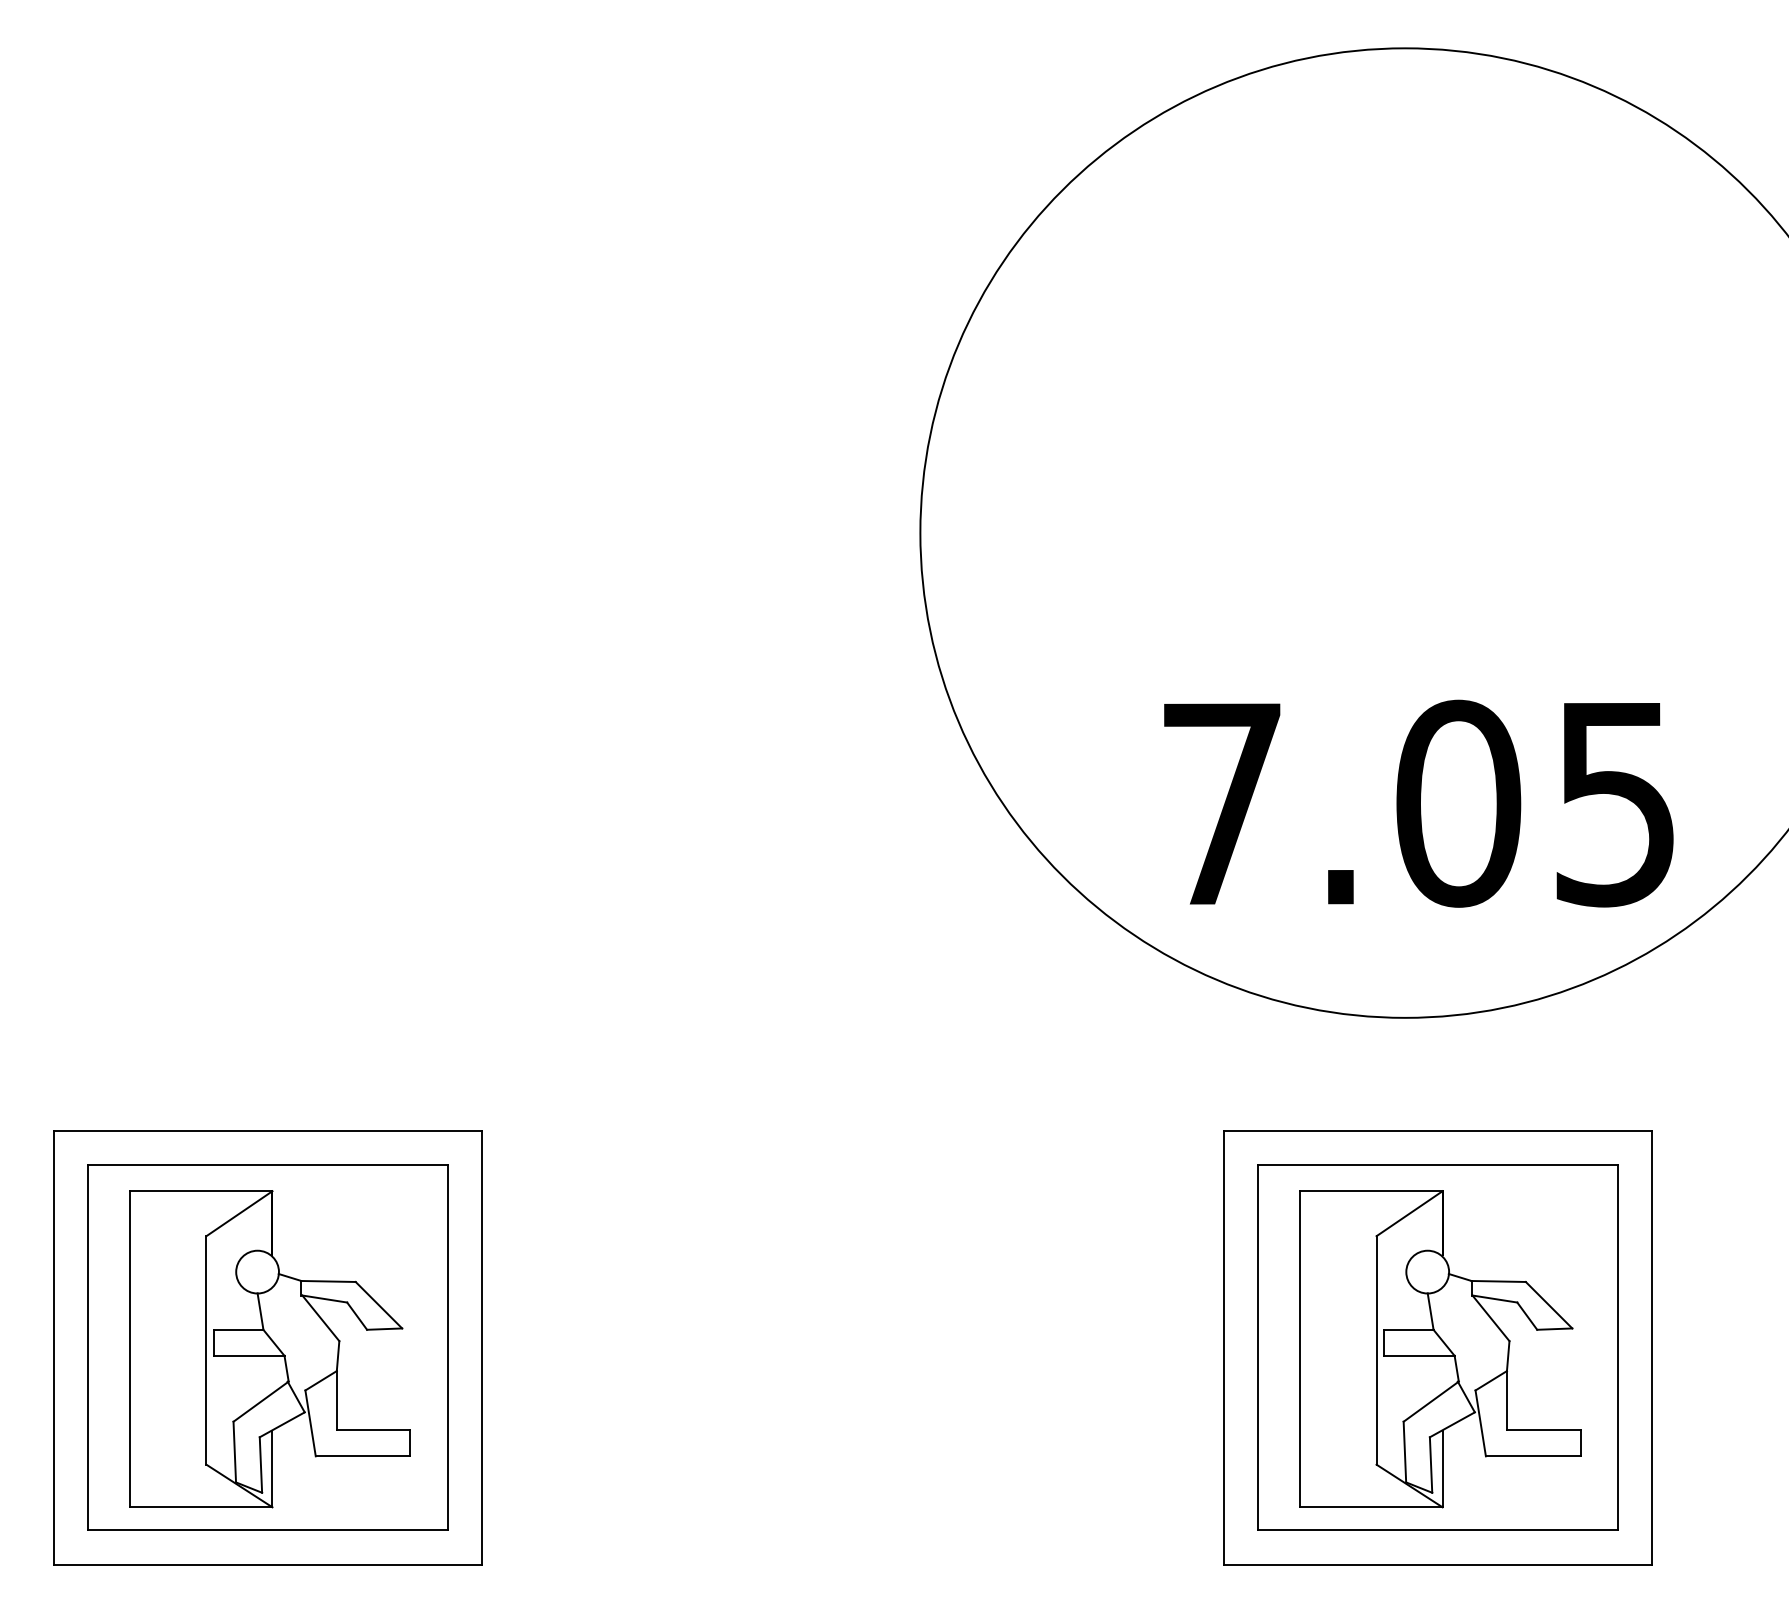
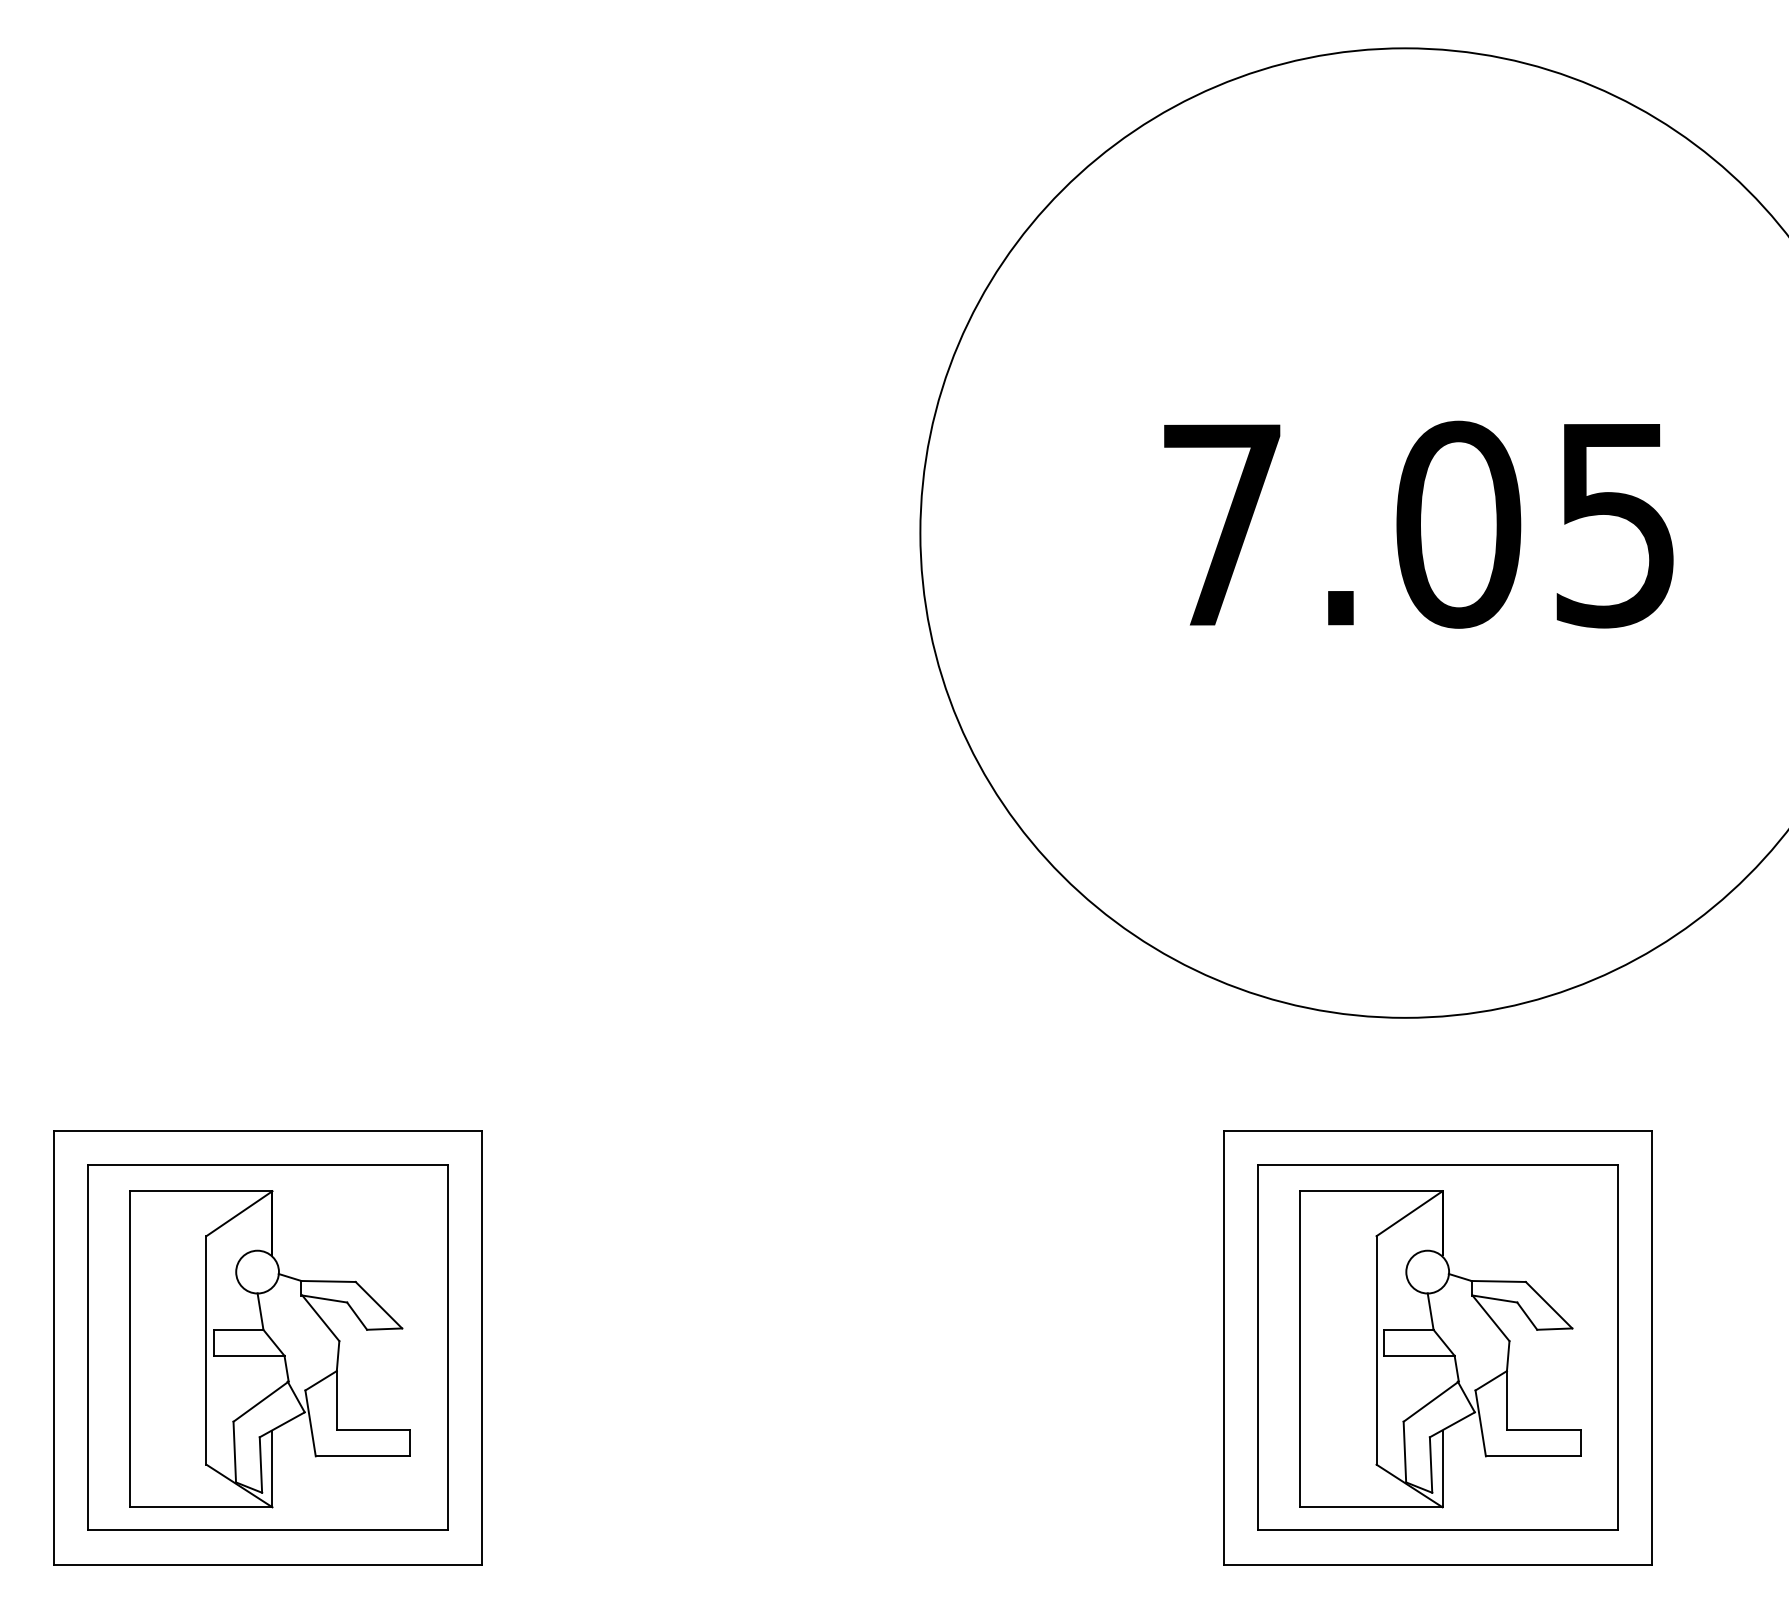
text at (1418, 803) position: (1418, 803) -> (1418, 524)
